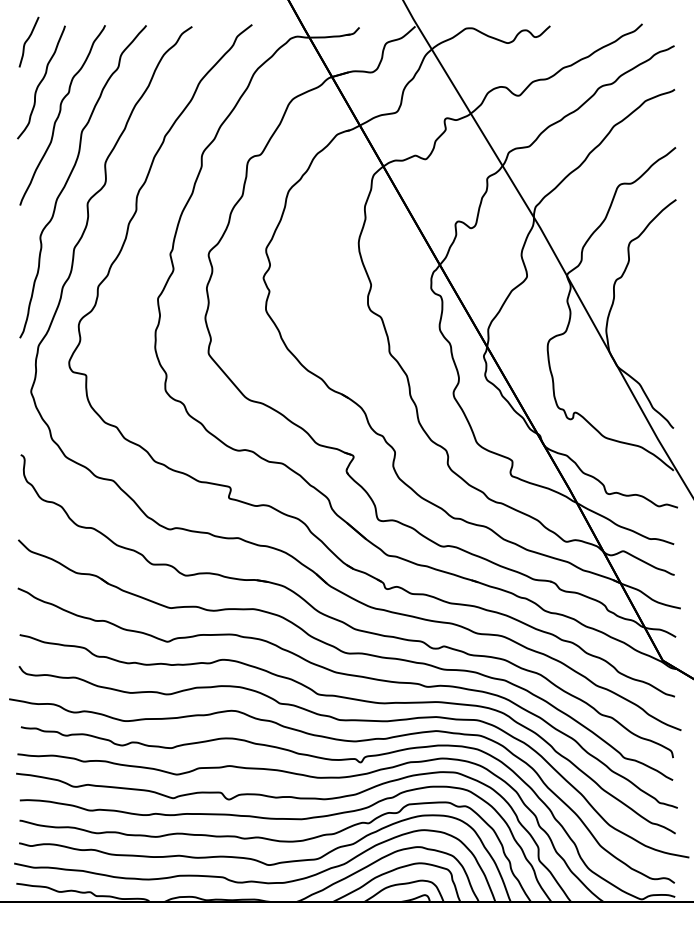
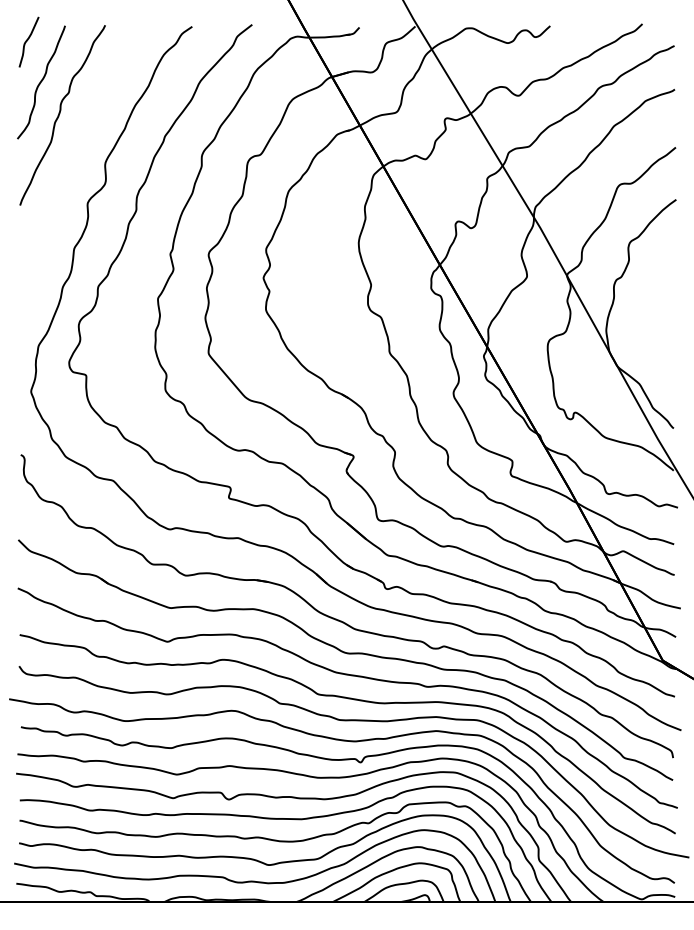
curve at (70, 176): present -> none
